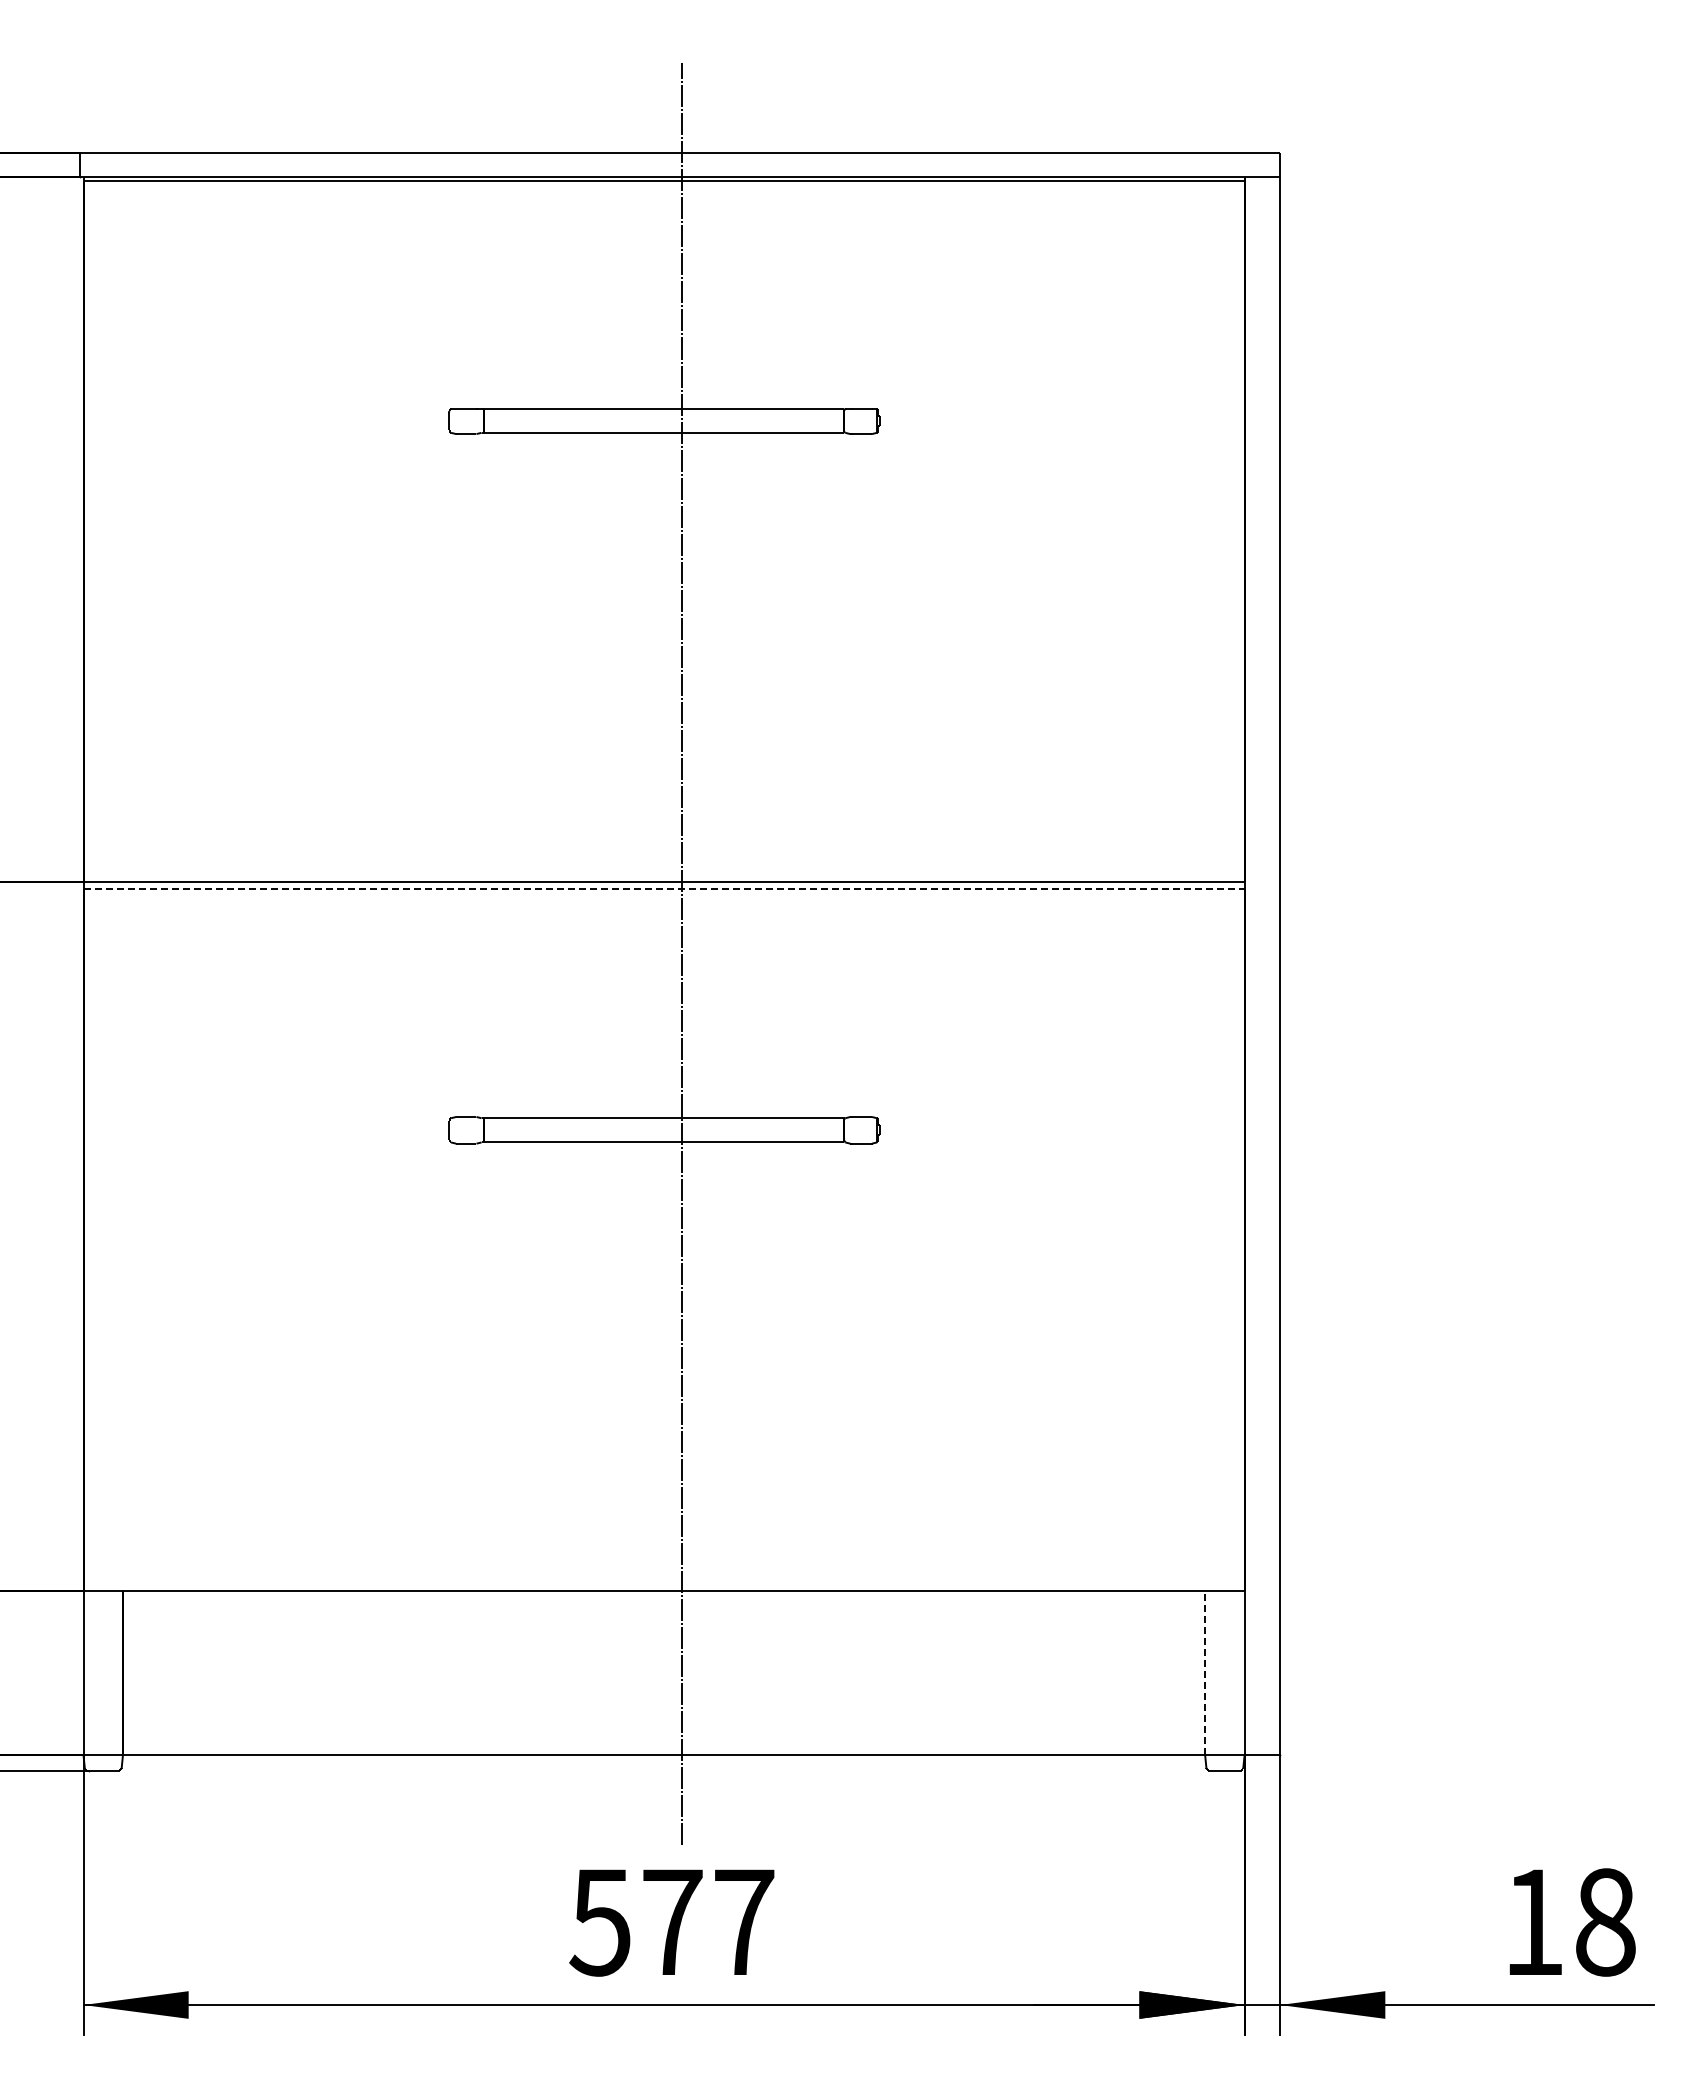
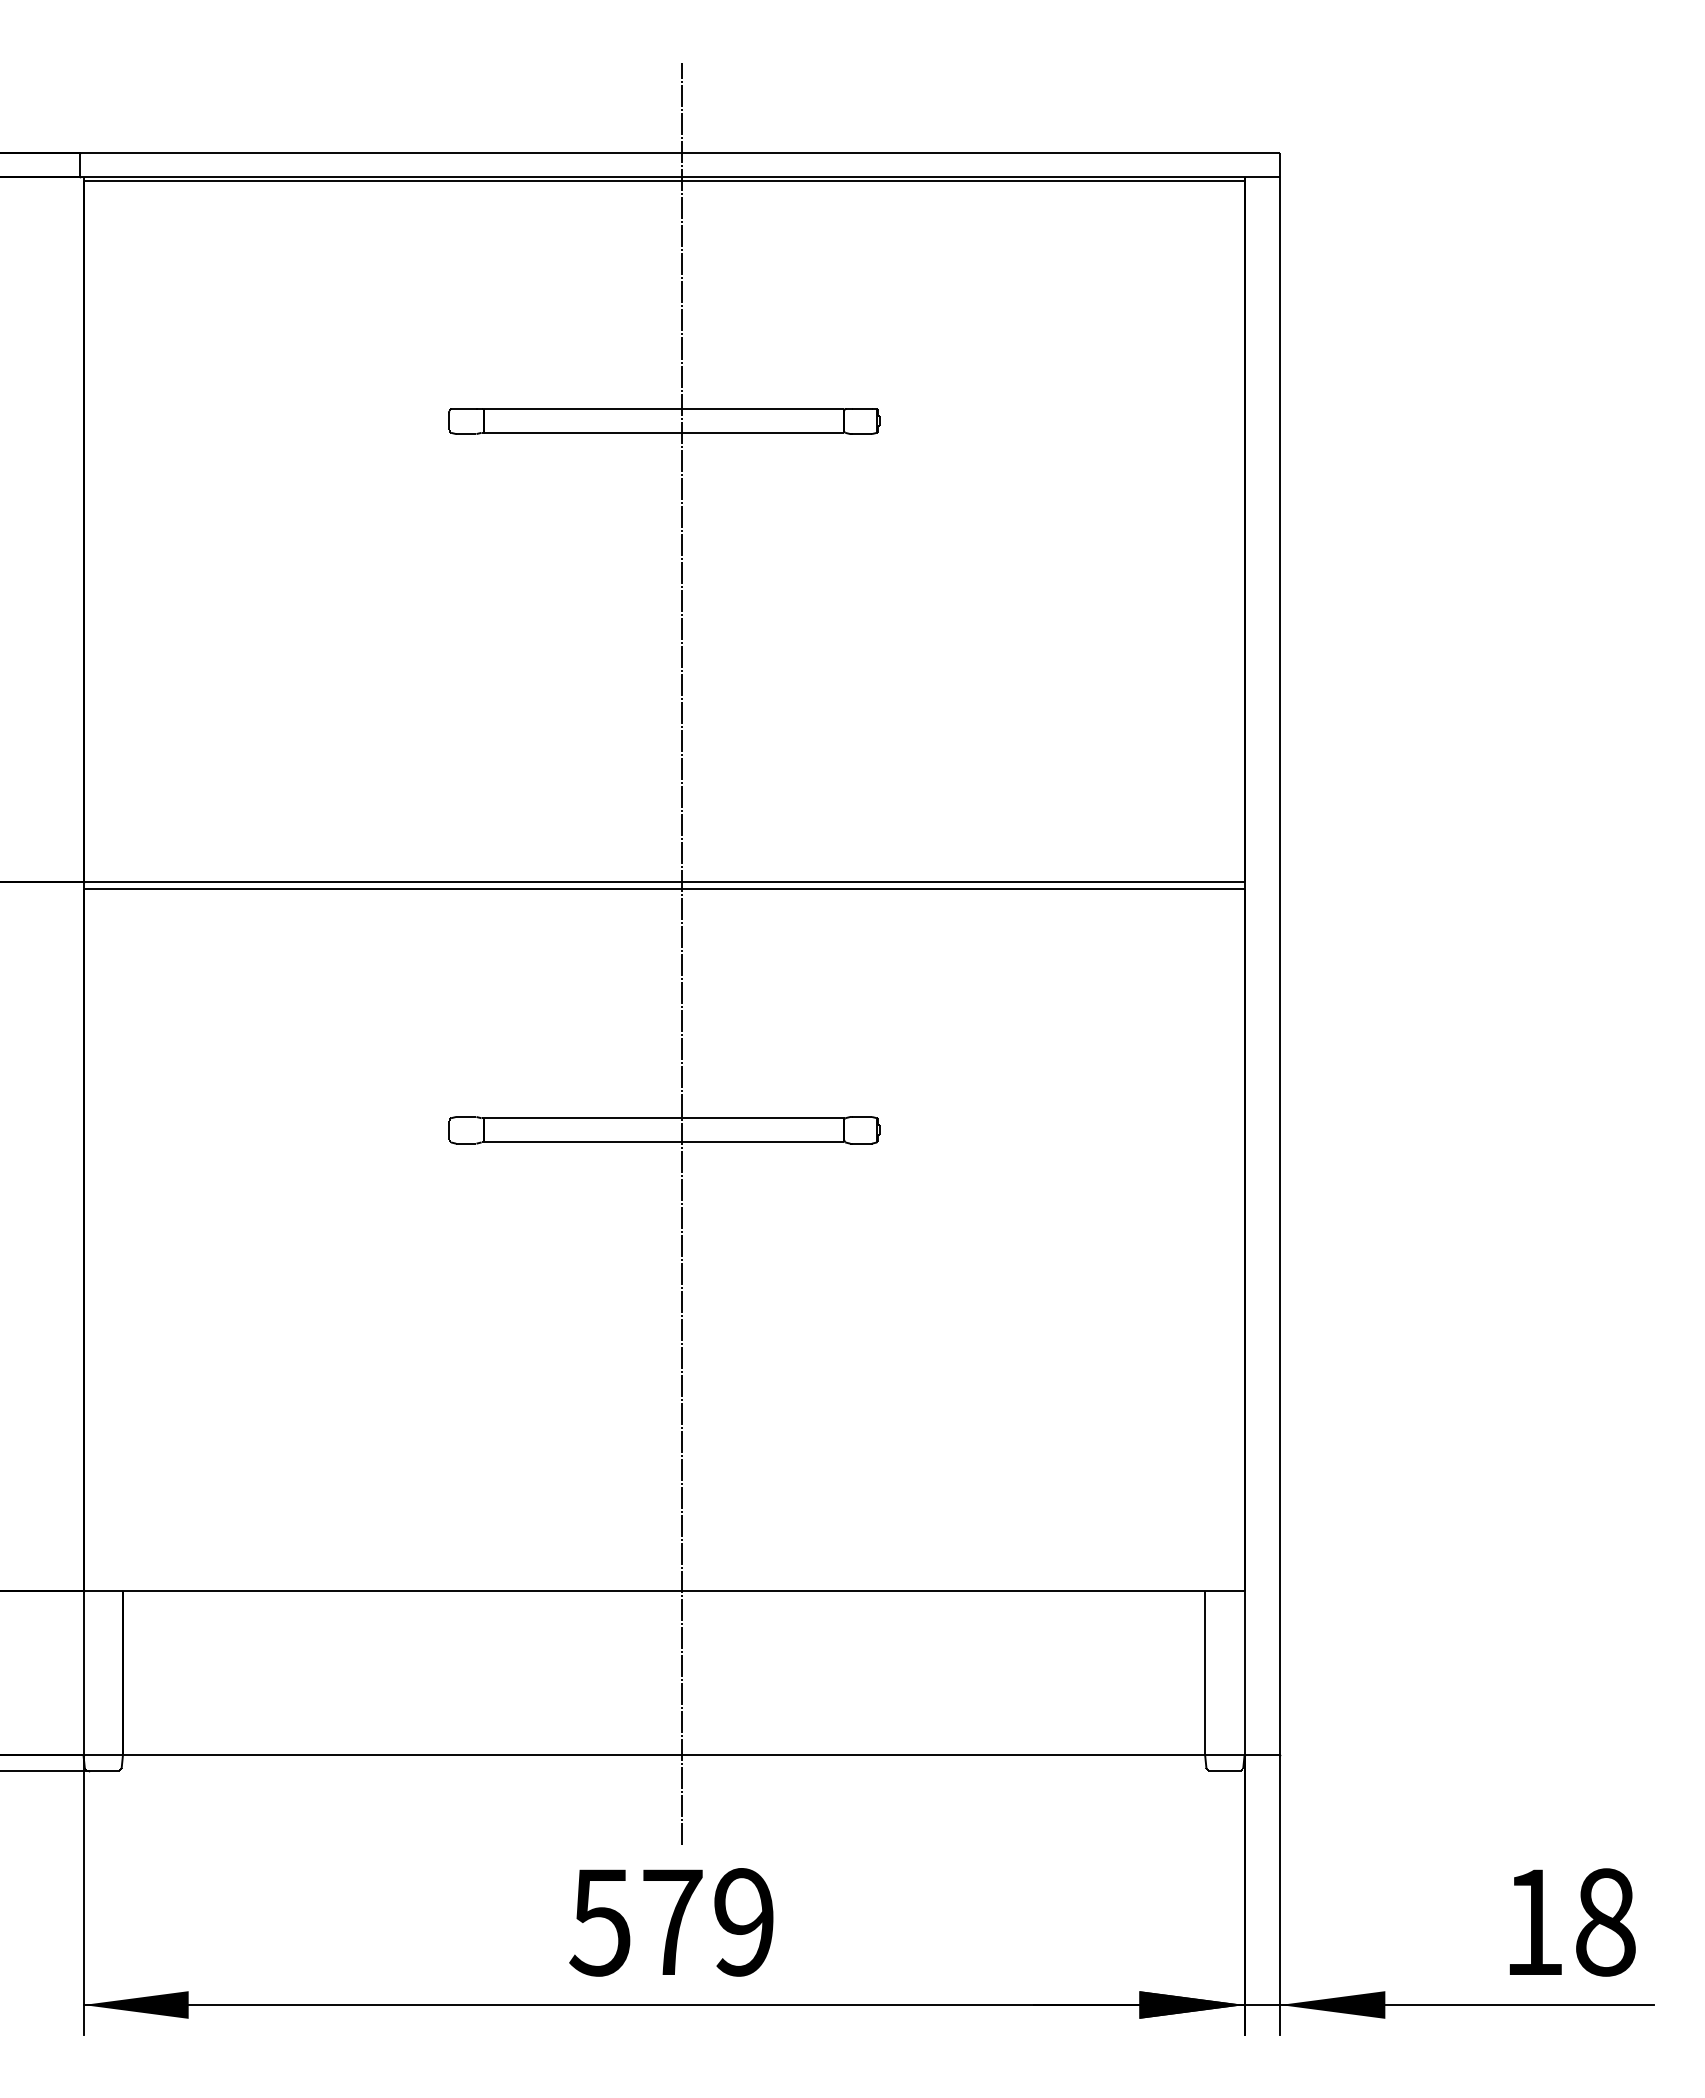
line at (664, 889): dashed -> solid
line at (1205, 1672): dashed -> solid
text at (744, 1922): 577 -> 579
